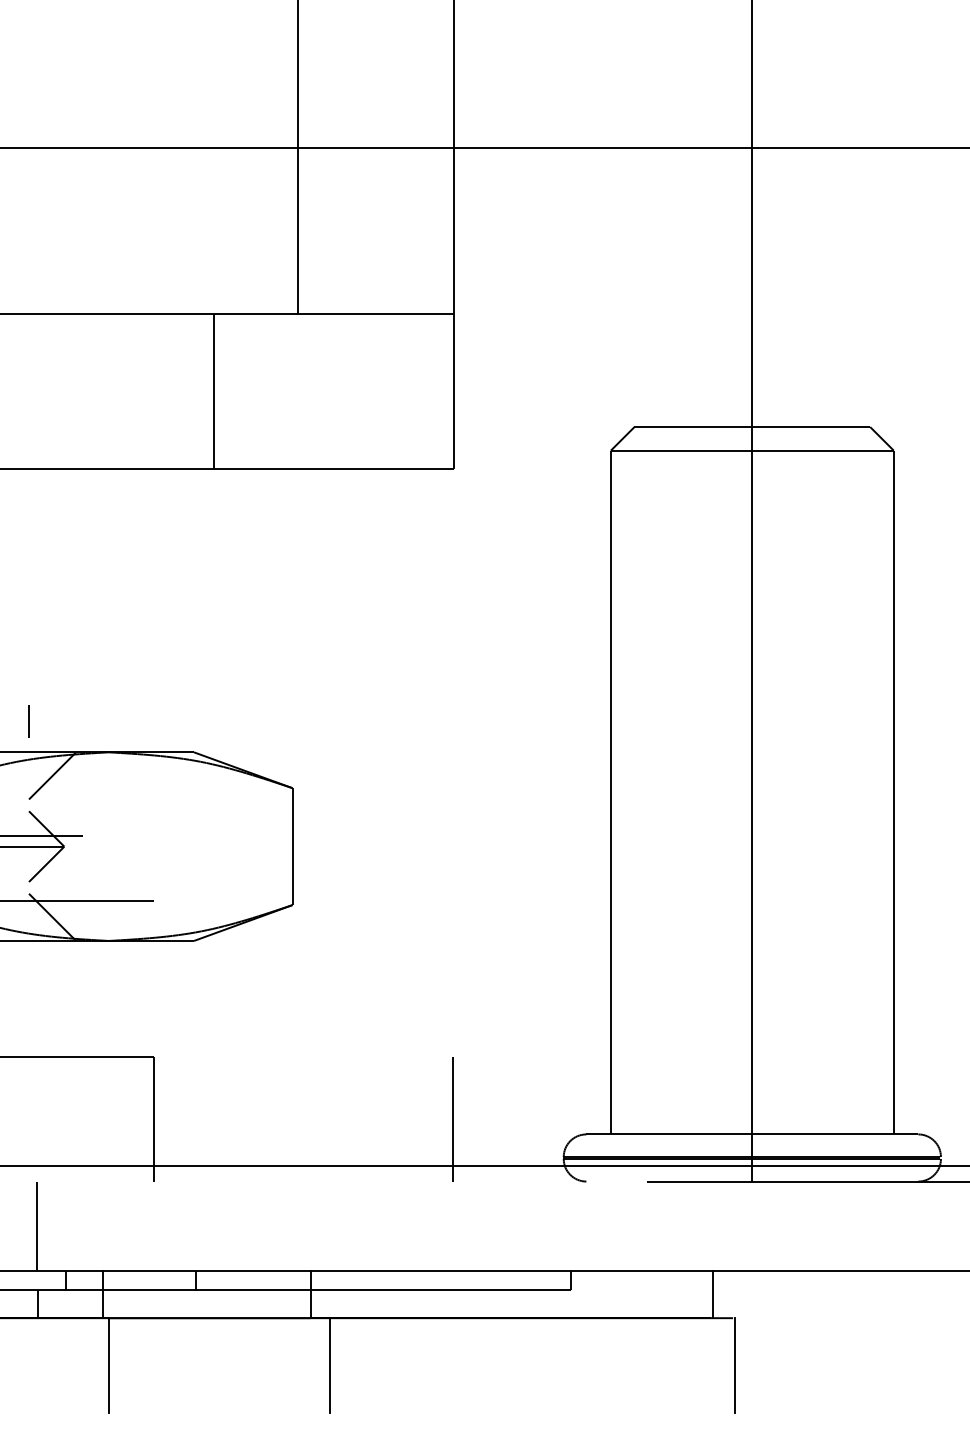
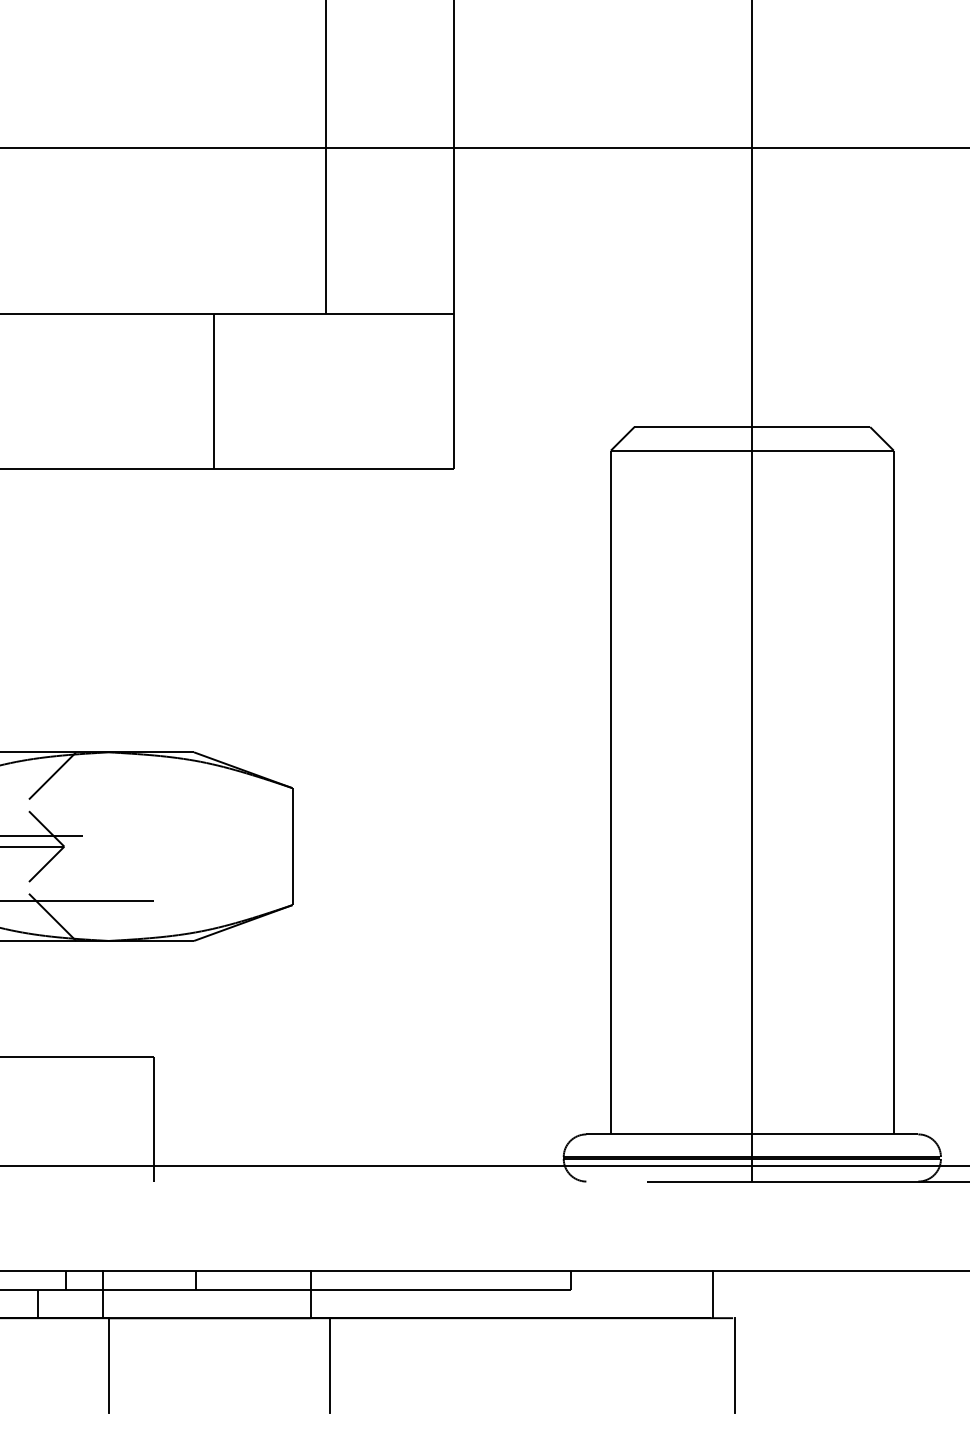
line at (297, 157) position: (297, 157) -> (325, 157)
line at (28, 721): present -> none
line at (452, 1119): present -> none
line at (37, 1226): present -> none
